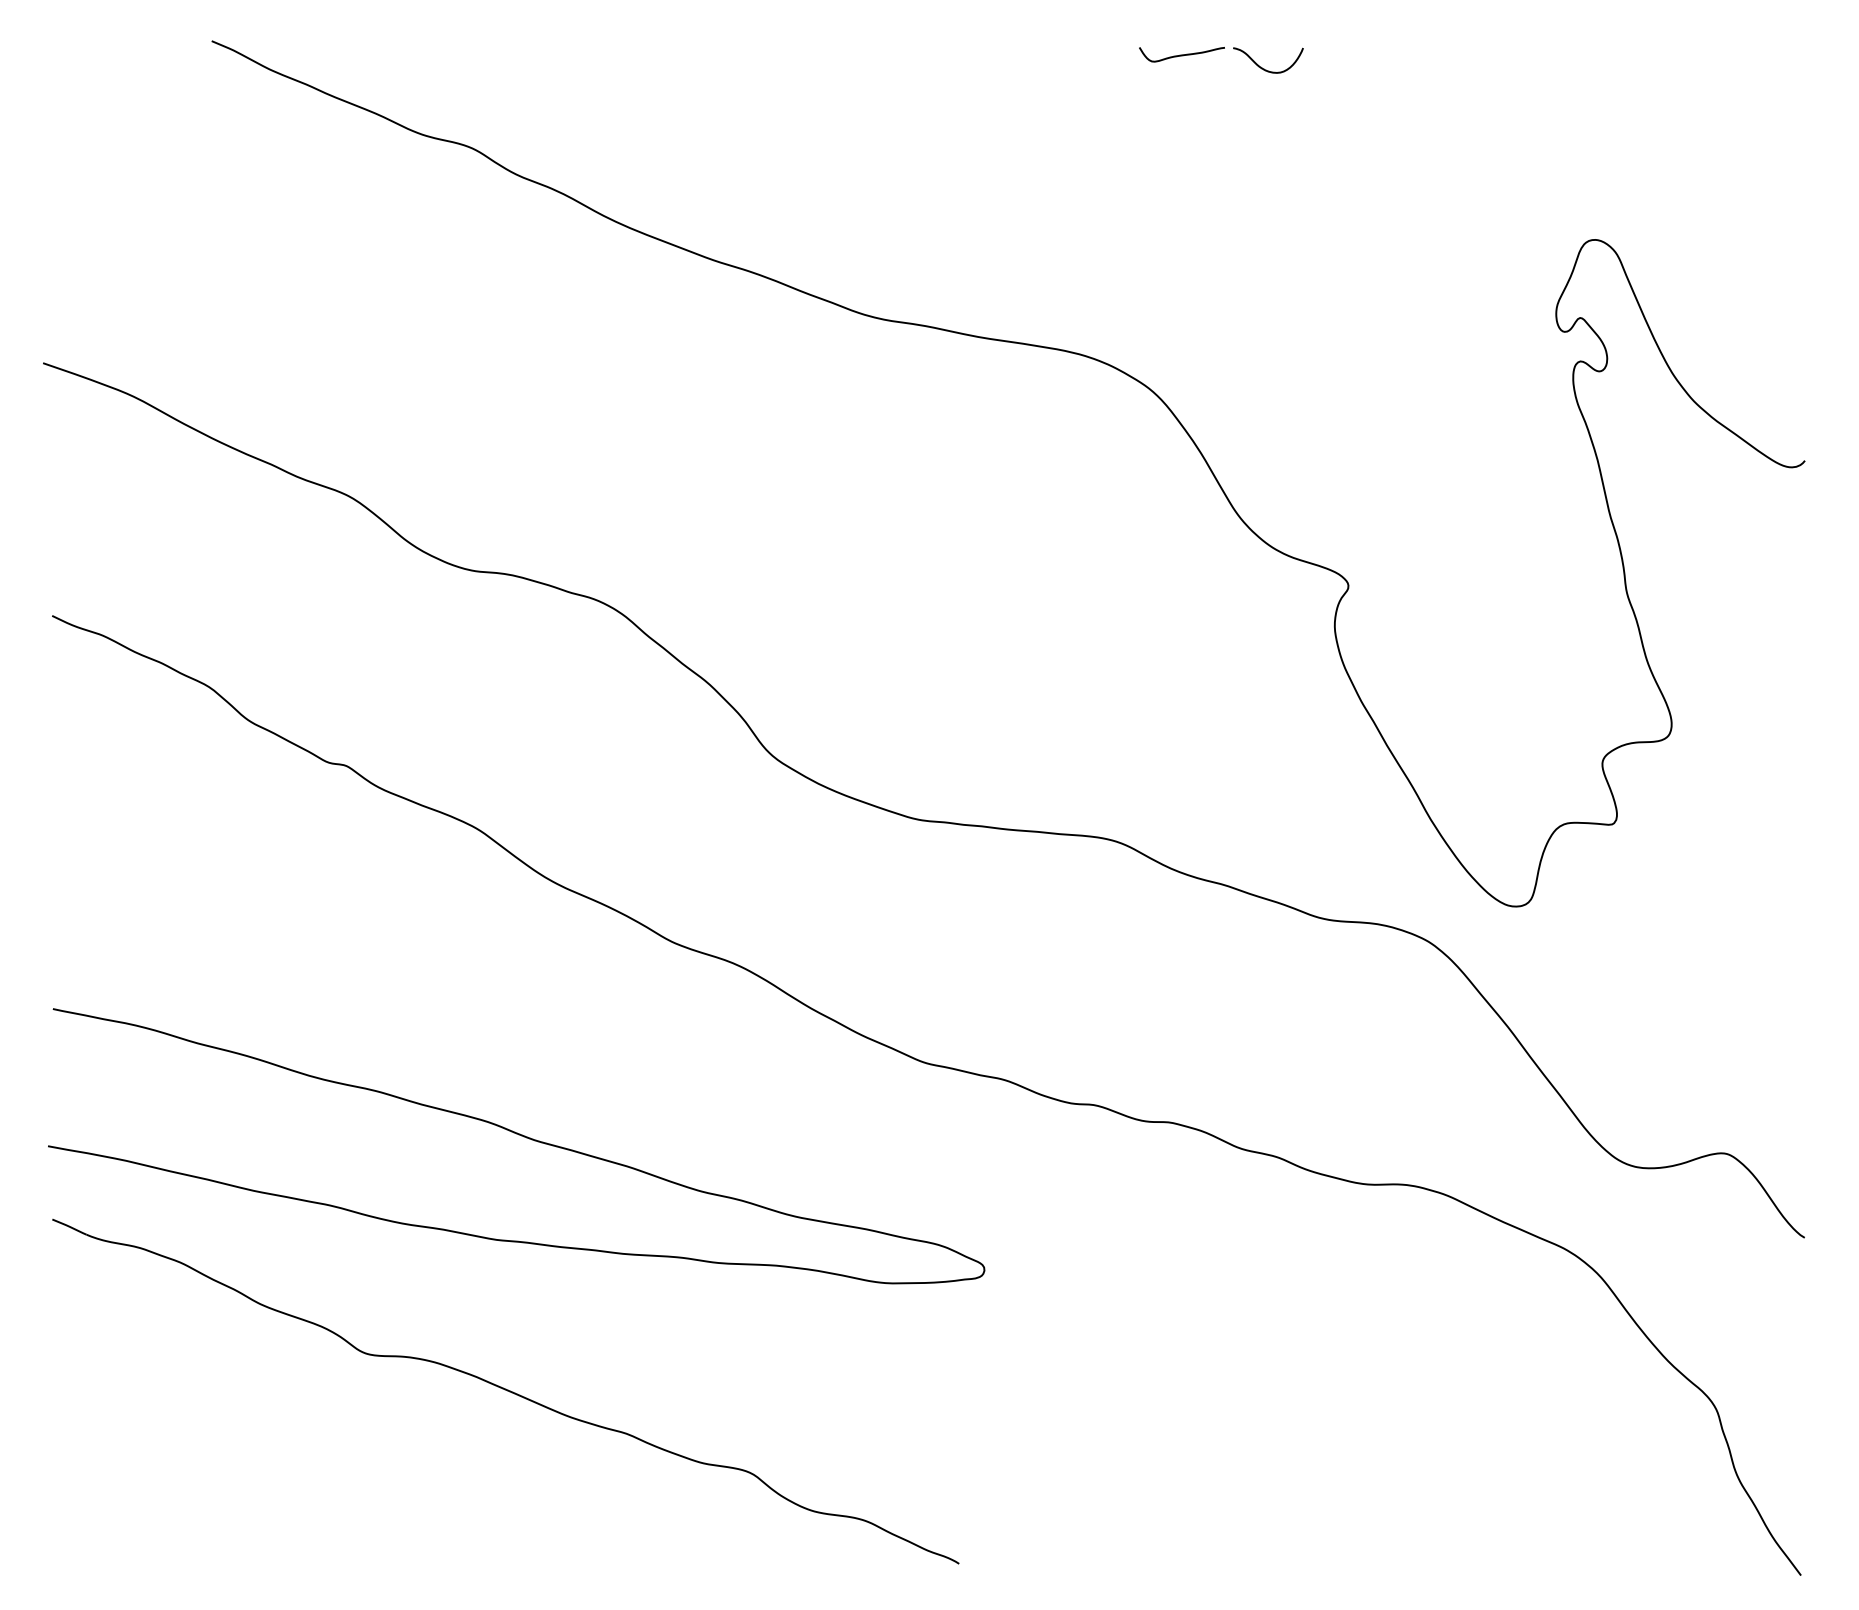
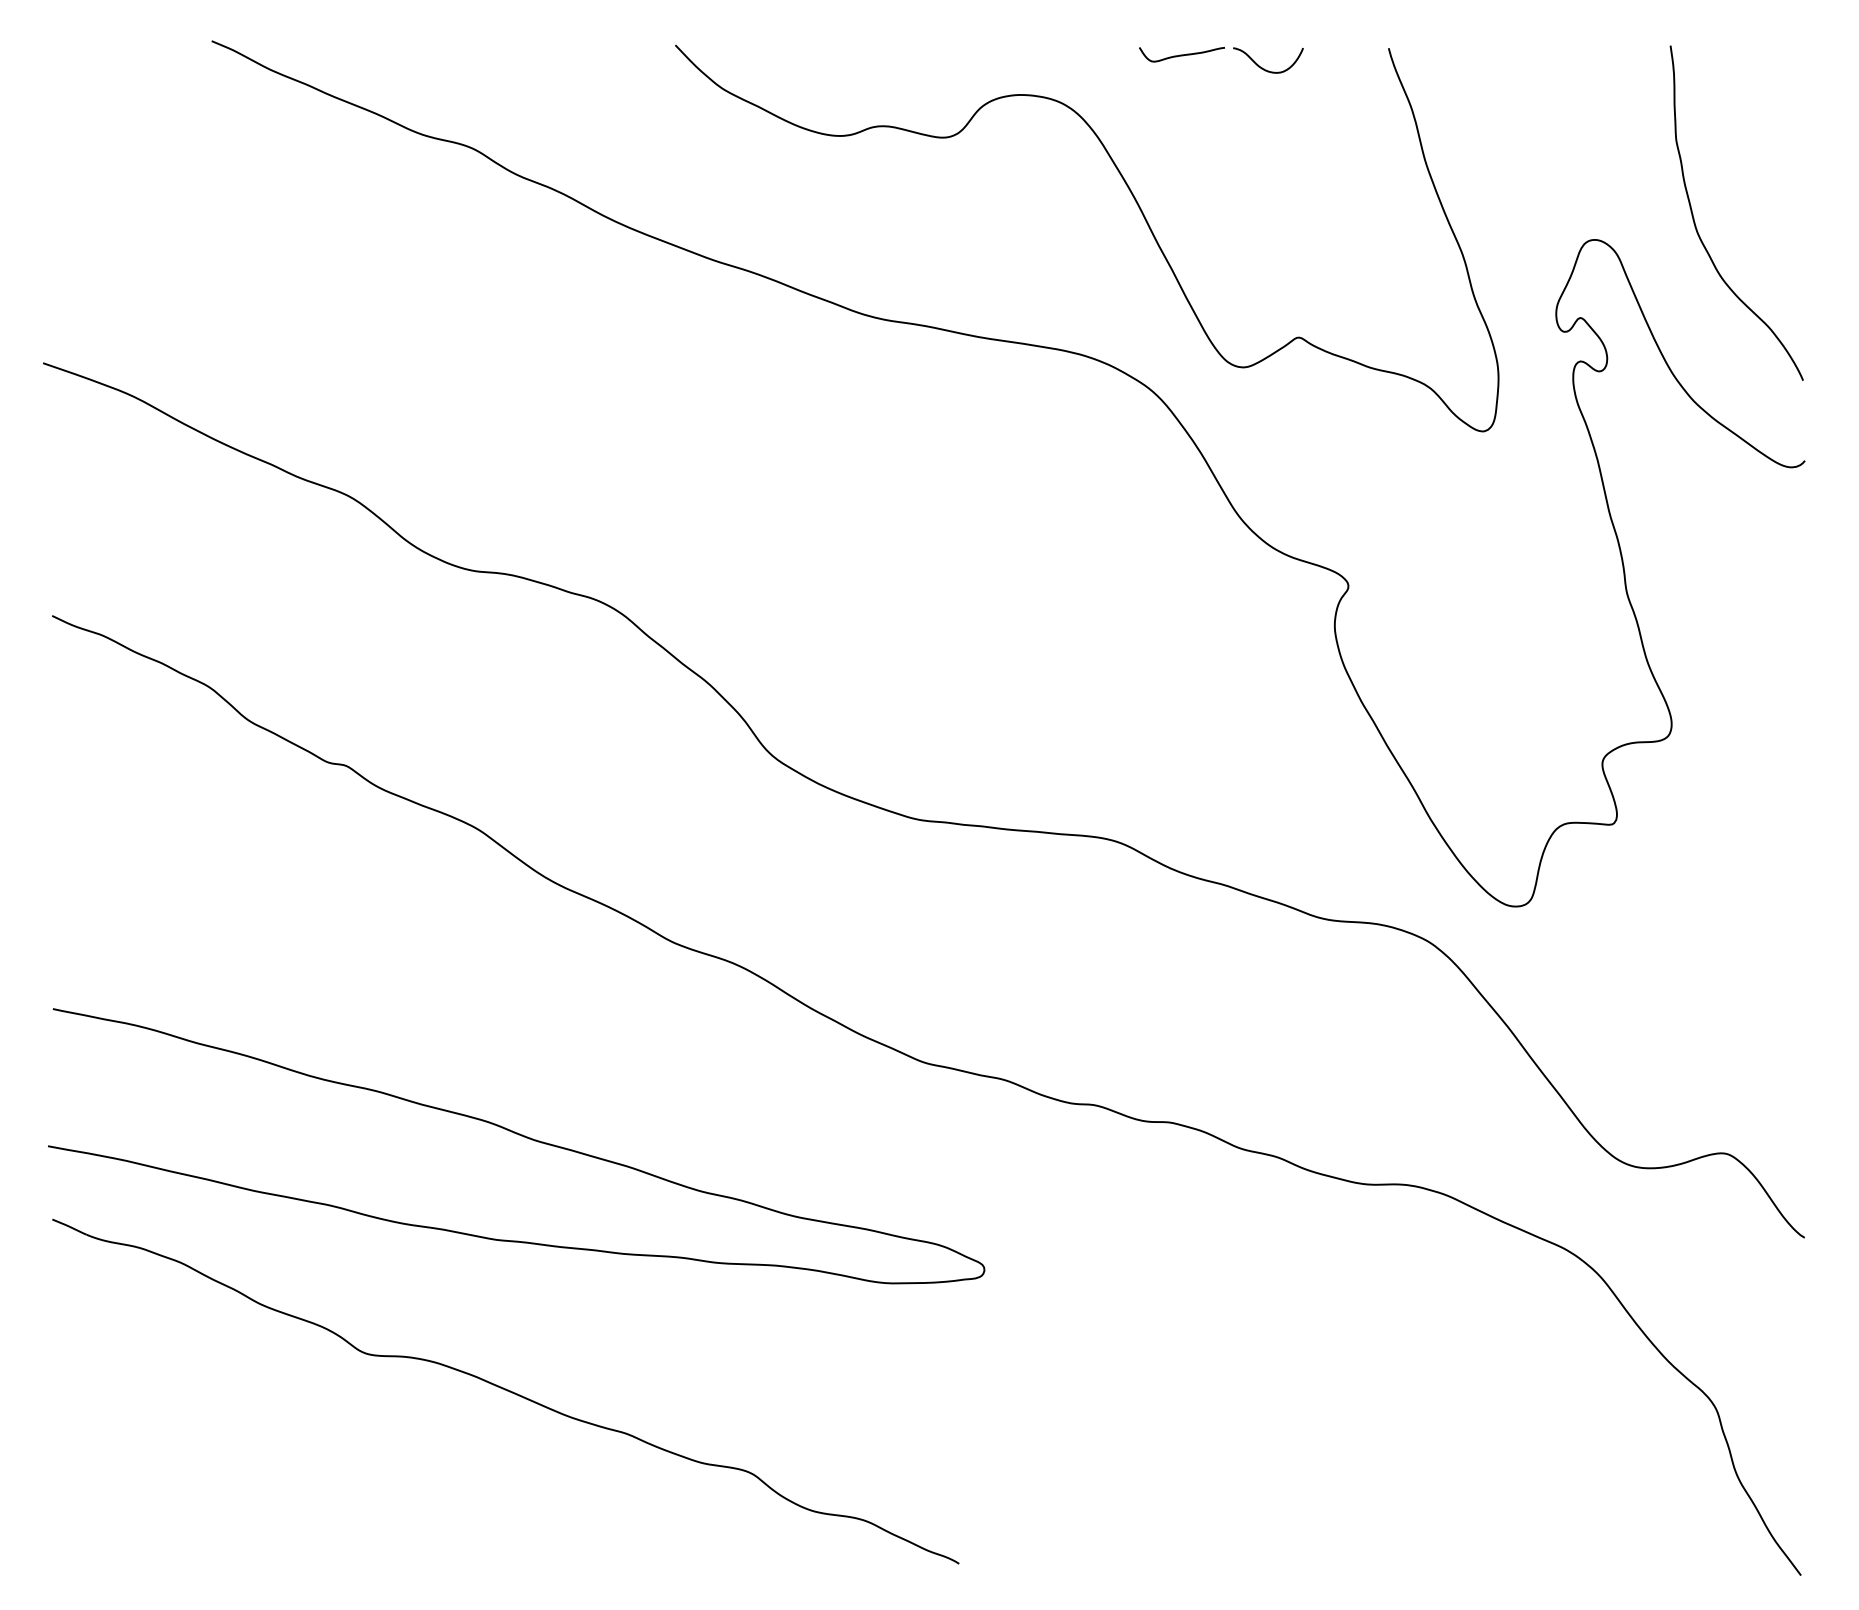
curve at (1140, 211): none -> present
curve at (1696, 225): none -> present
